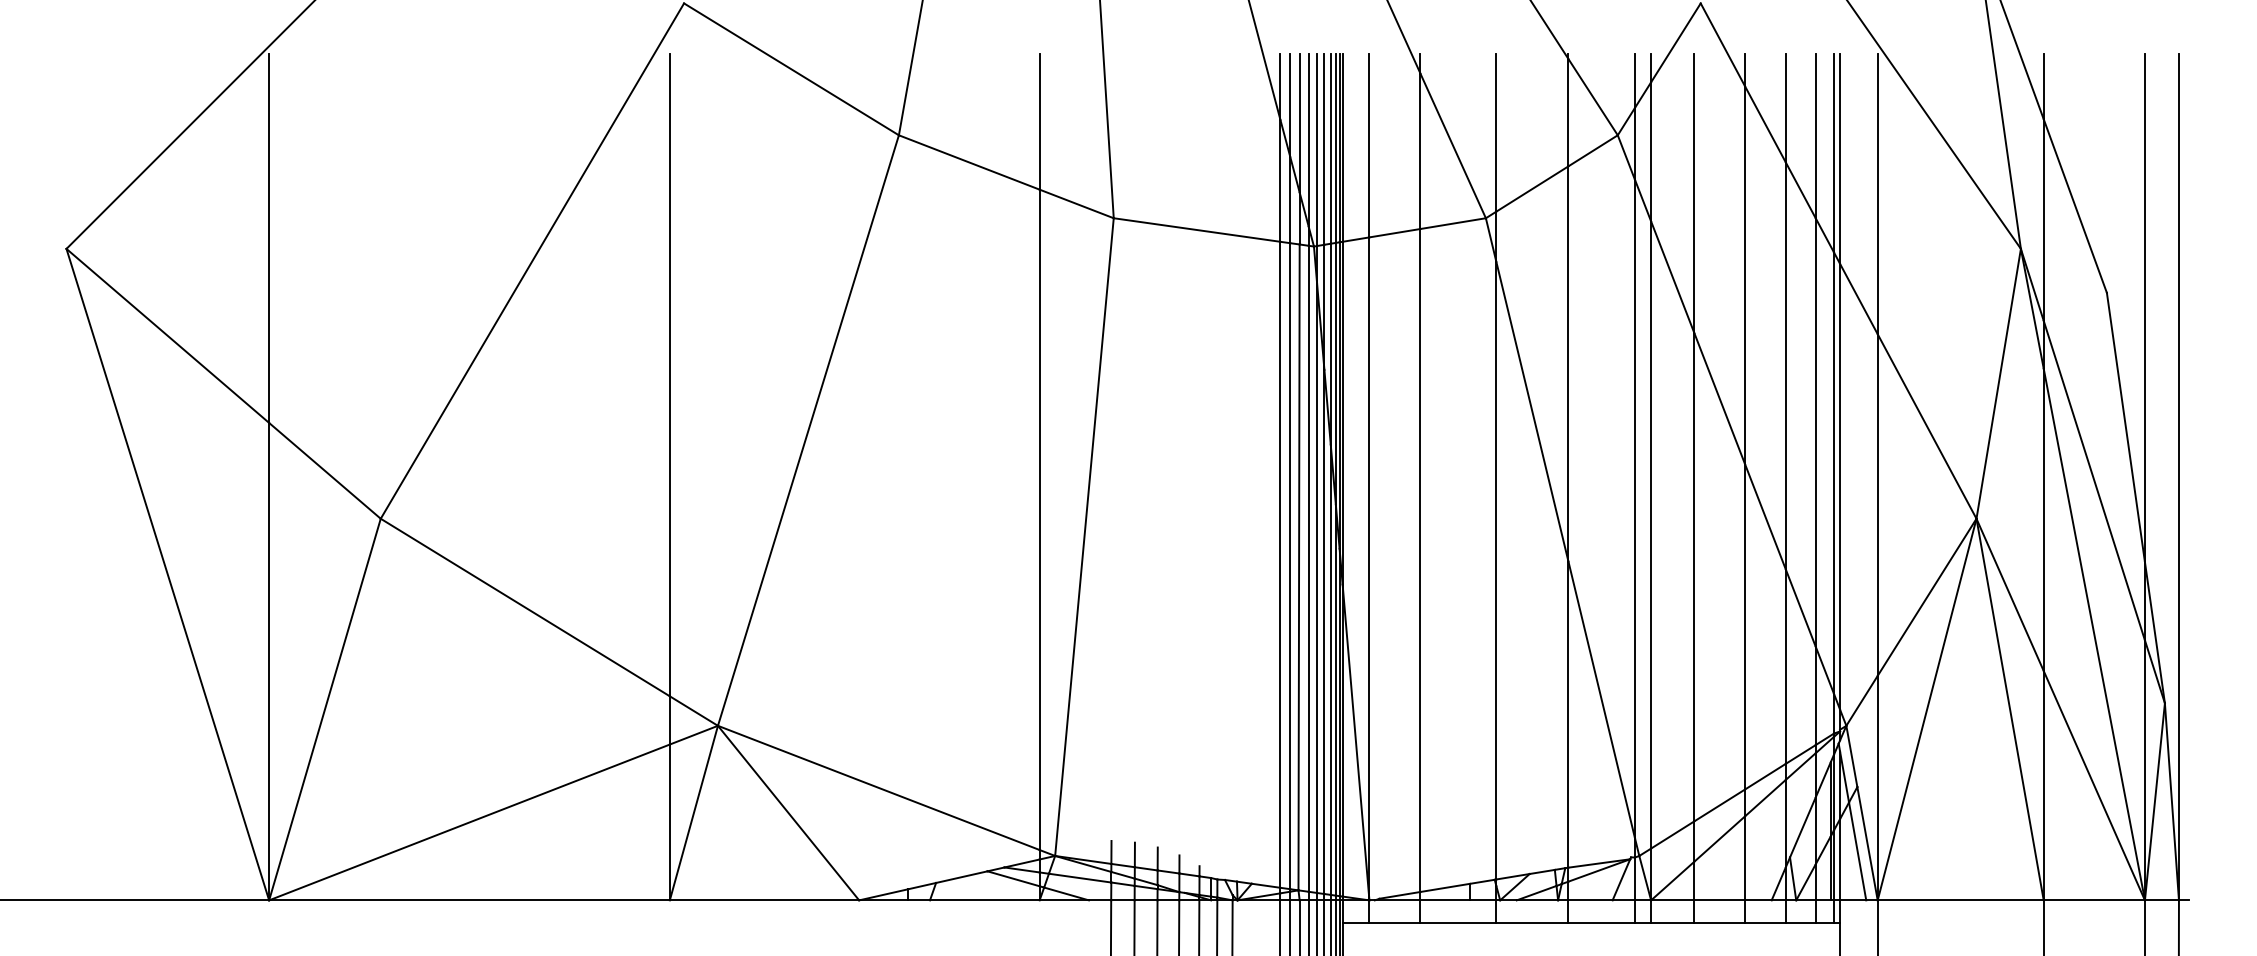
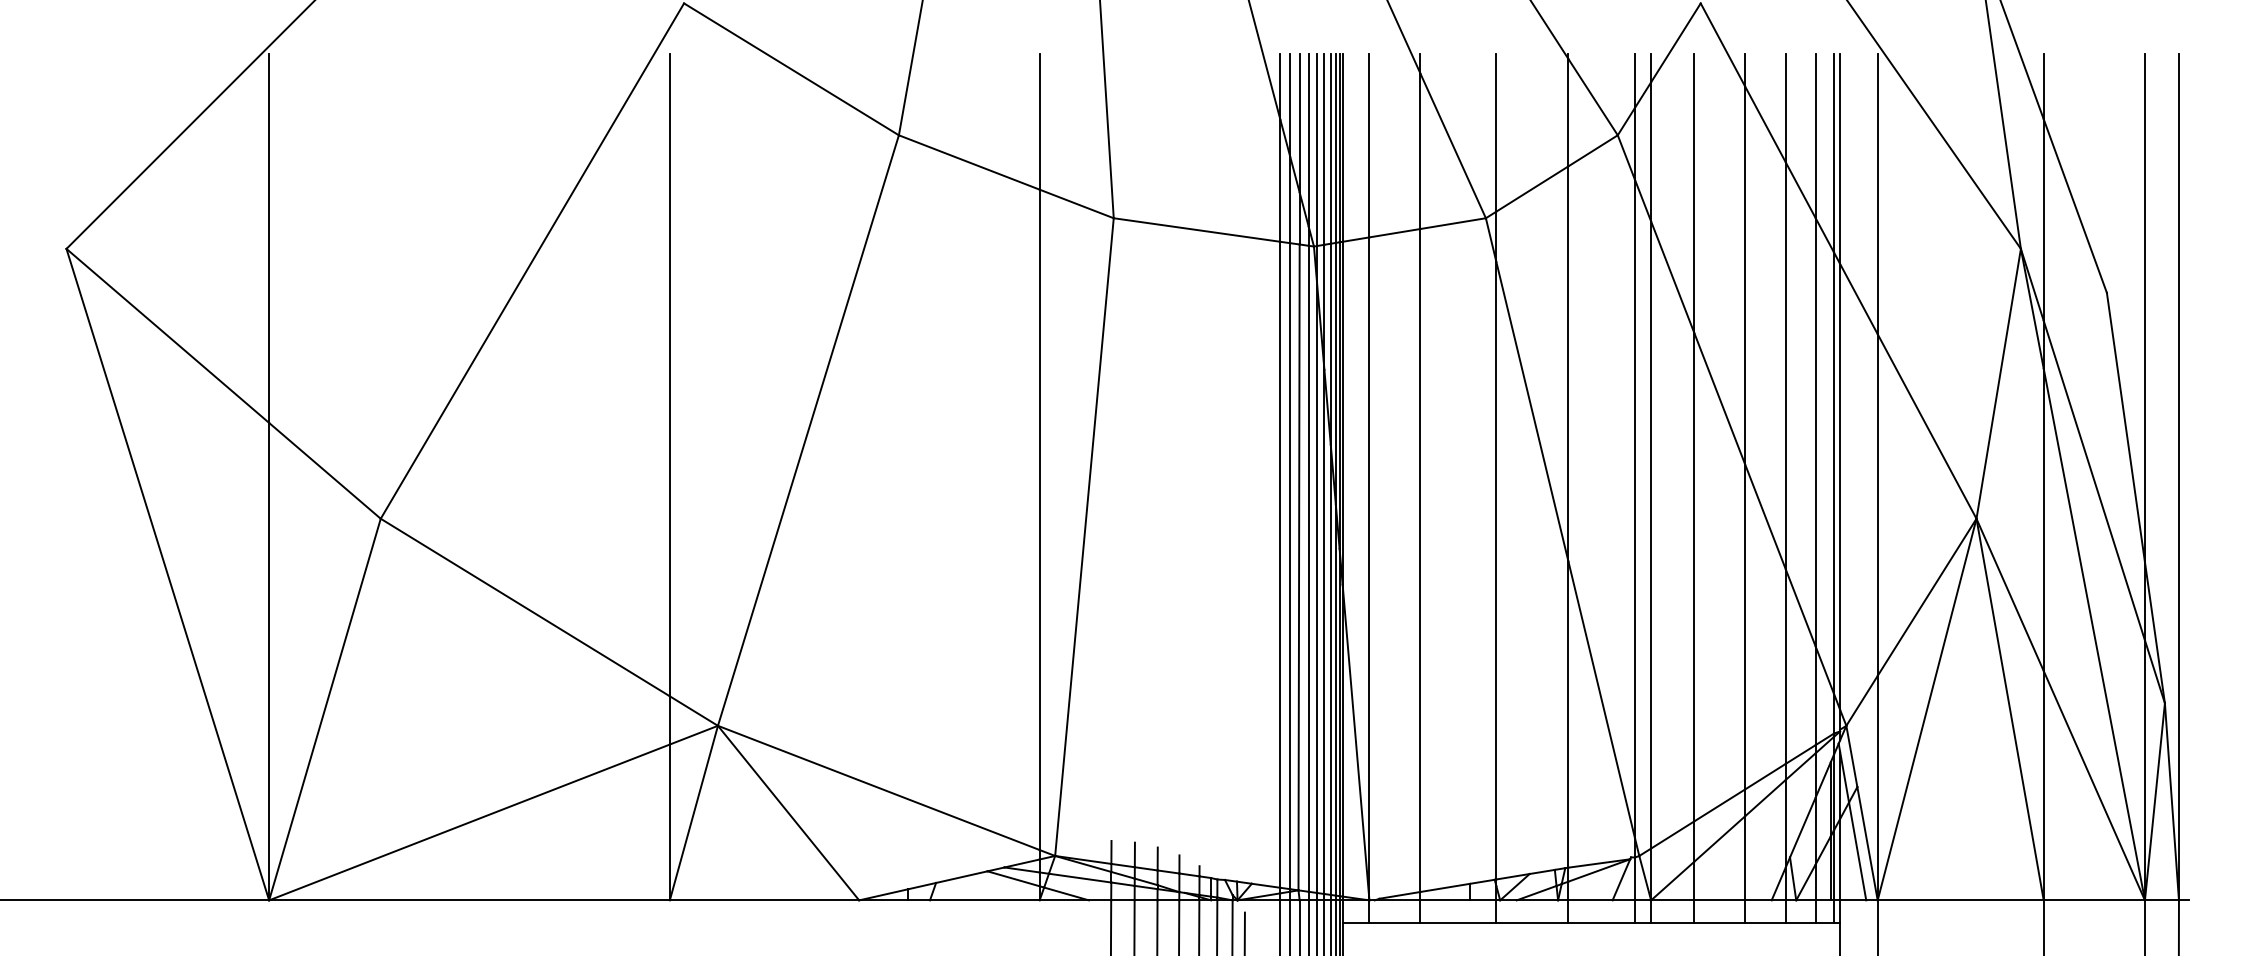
line at (1244, 932): none -> present
